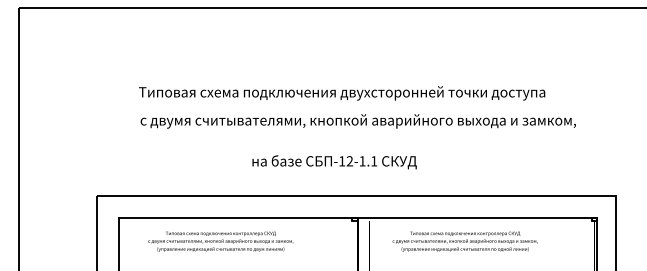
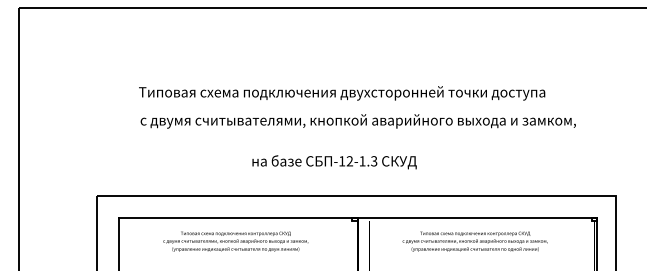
text at (374, 161): -12-1.1 -> -12-1.3
text at (220, 241) position: (220, 241) -> (235, 241)
text at (464, 241) position: (464, 241) -> (474, 241)
